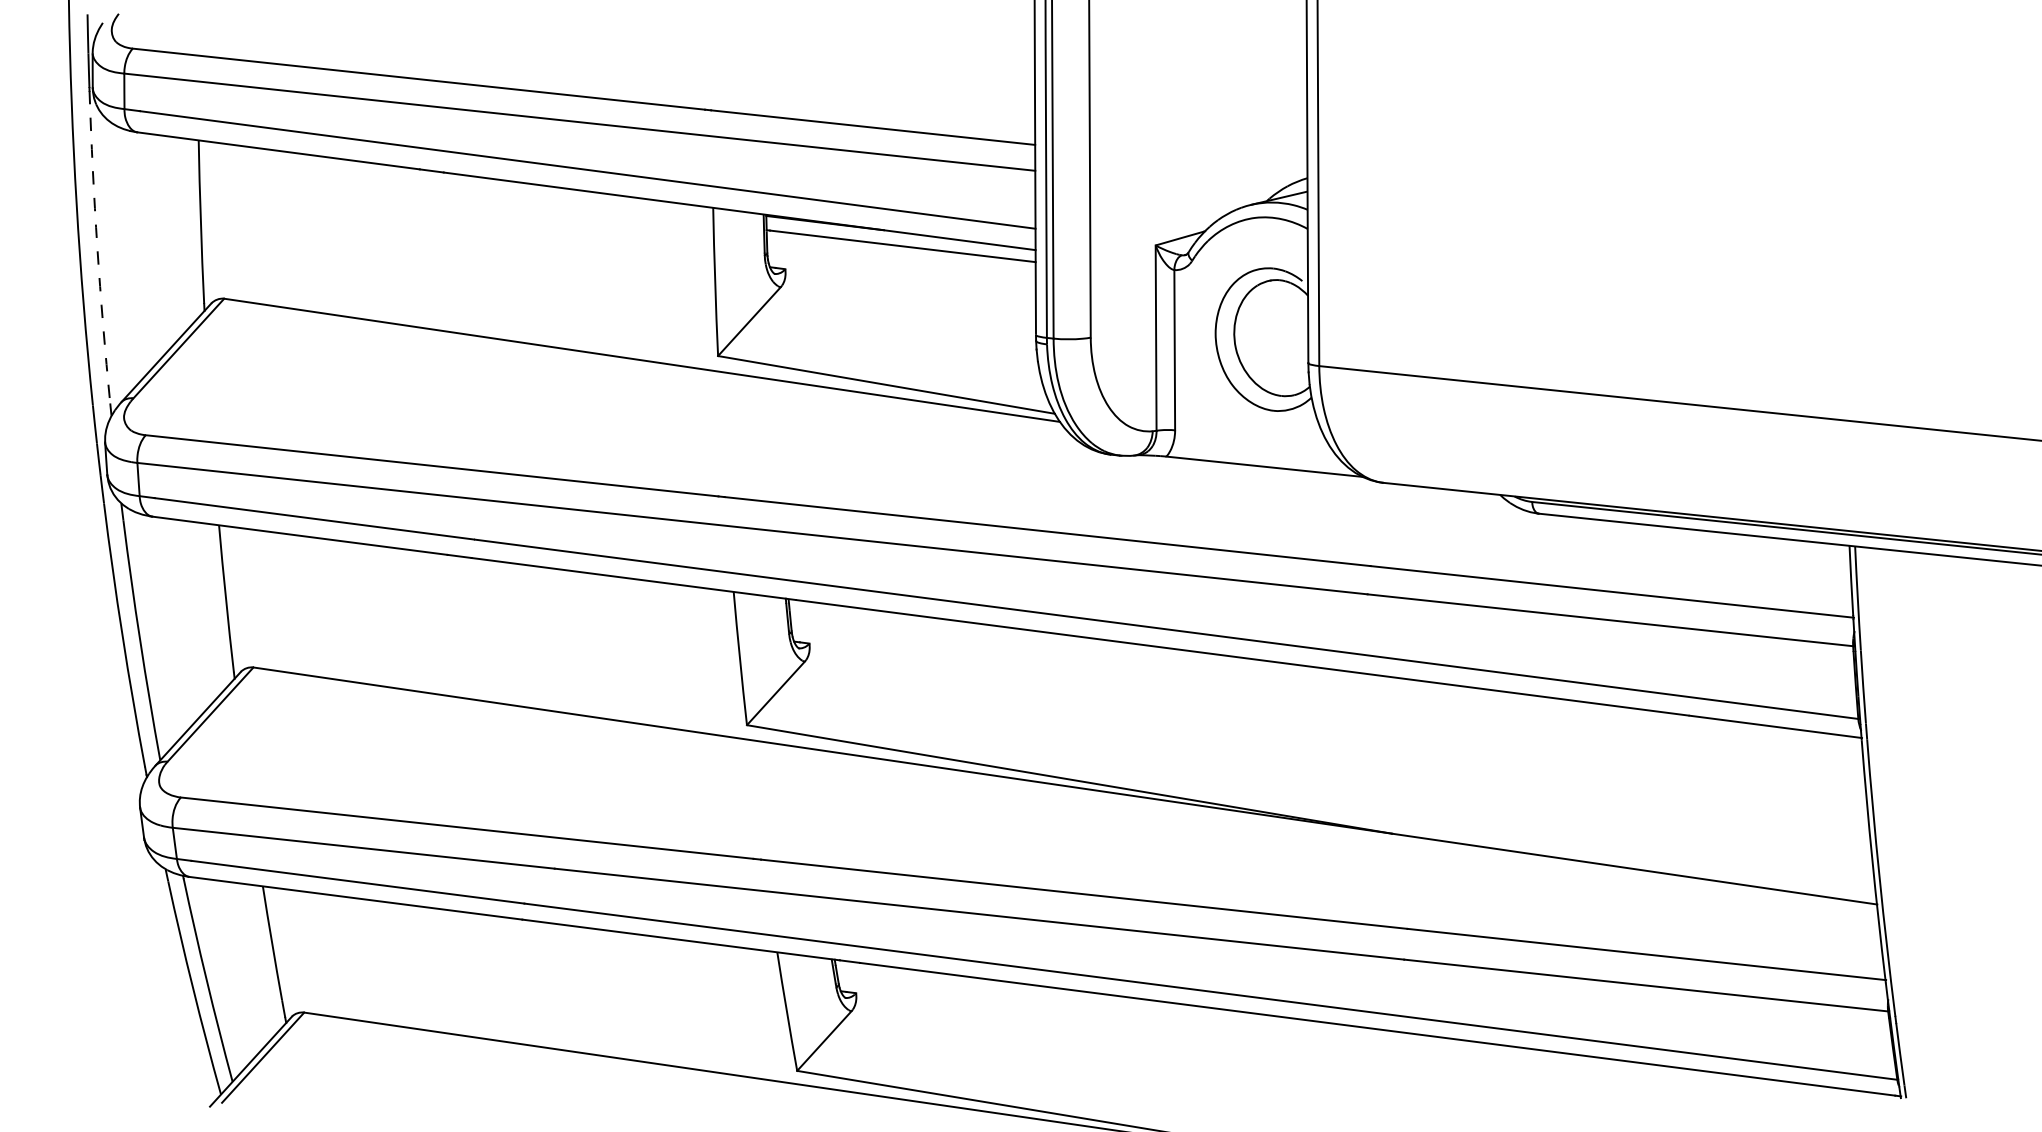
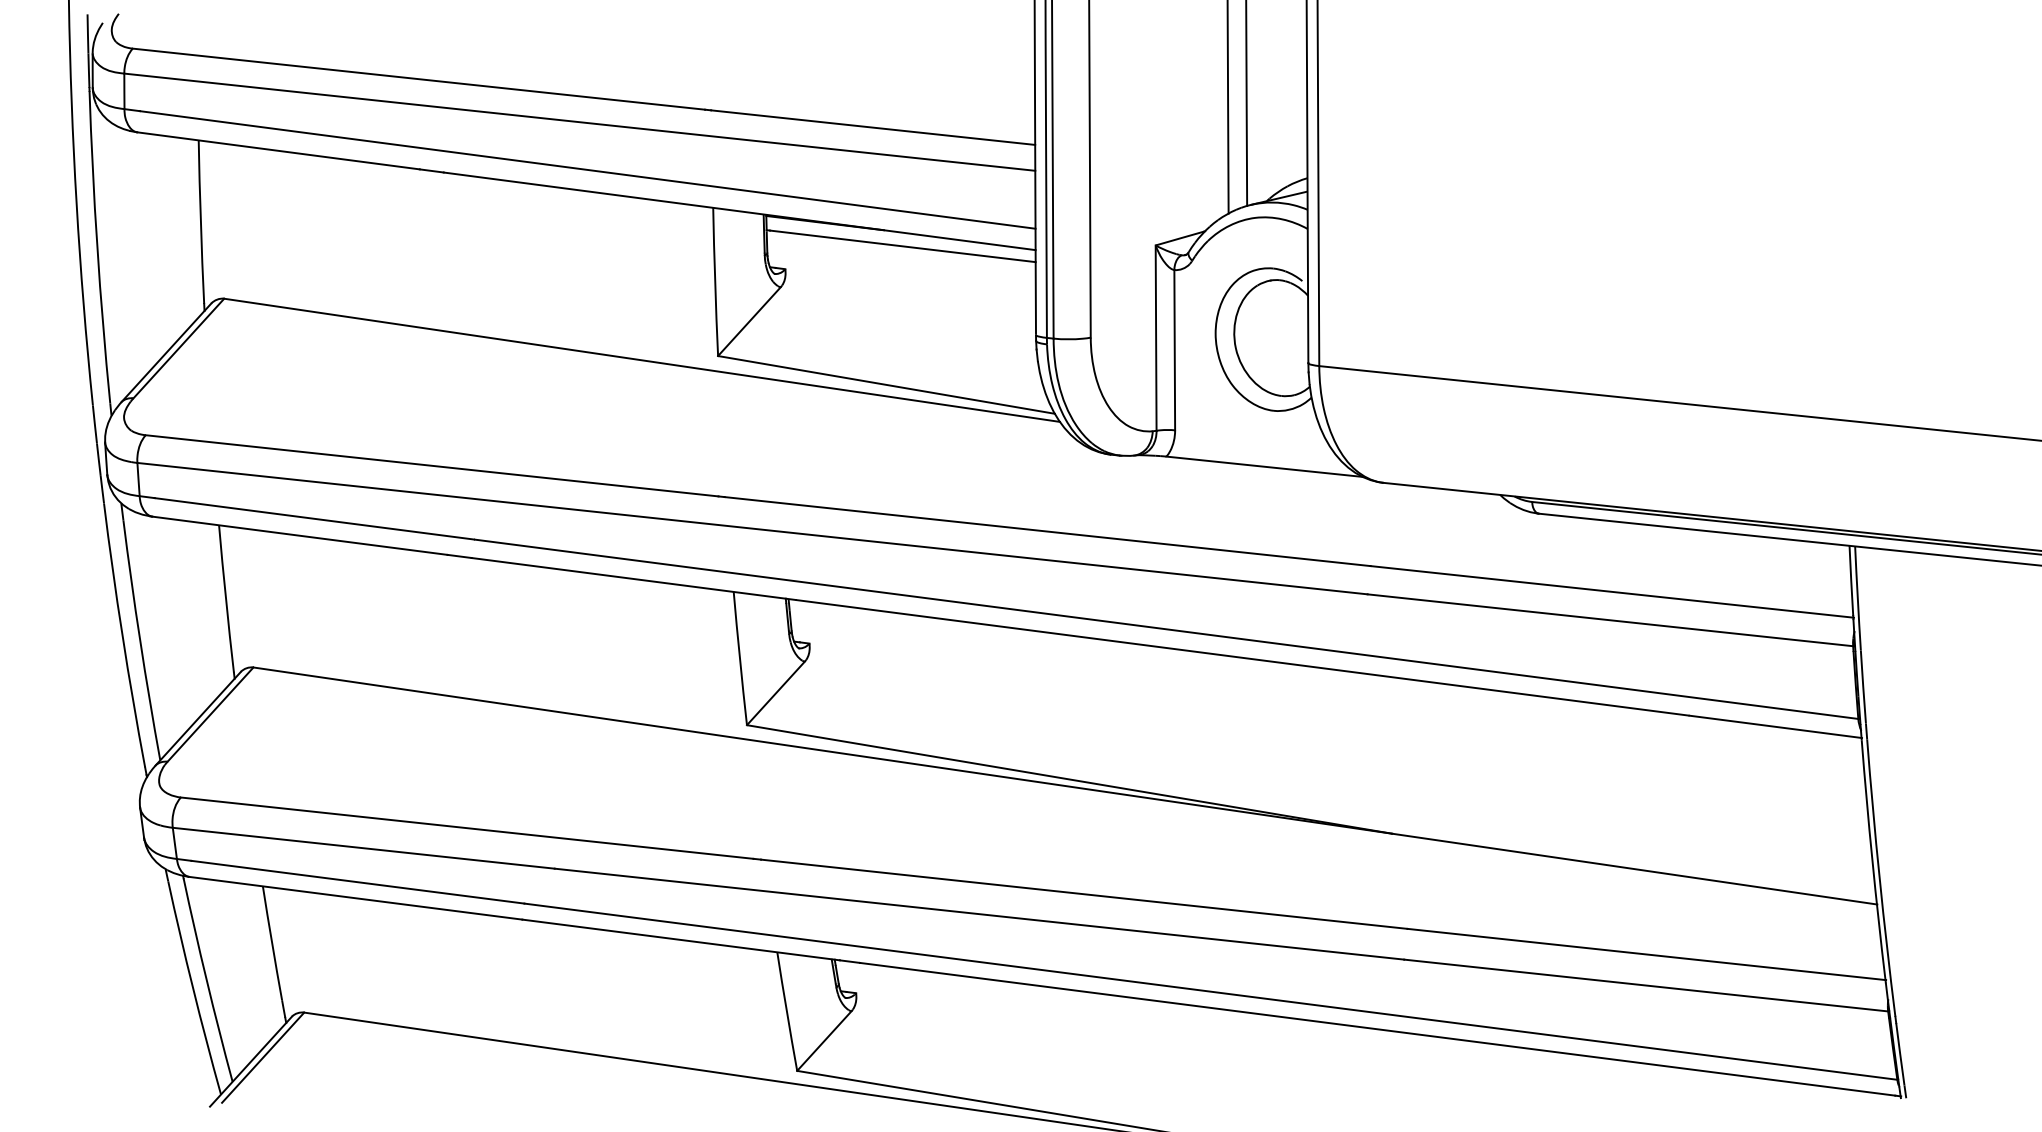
line at (1246, 103): none -> present
line at (1227, 107): none -> present
arc at (97, 247): dashed -> solid
